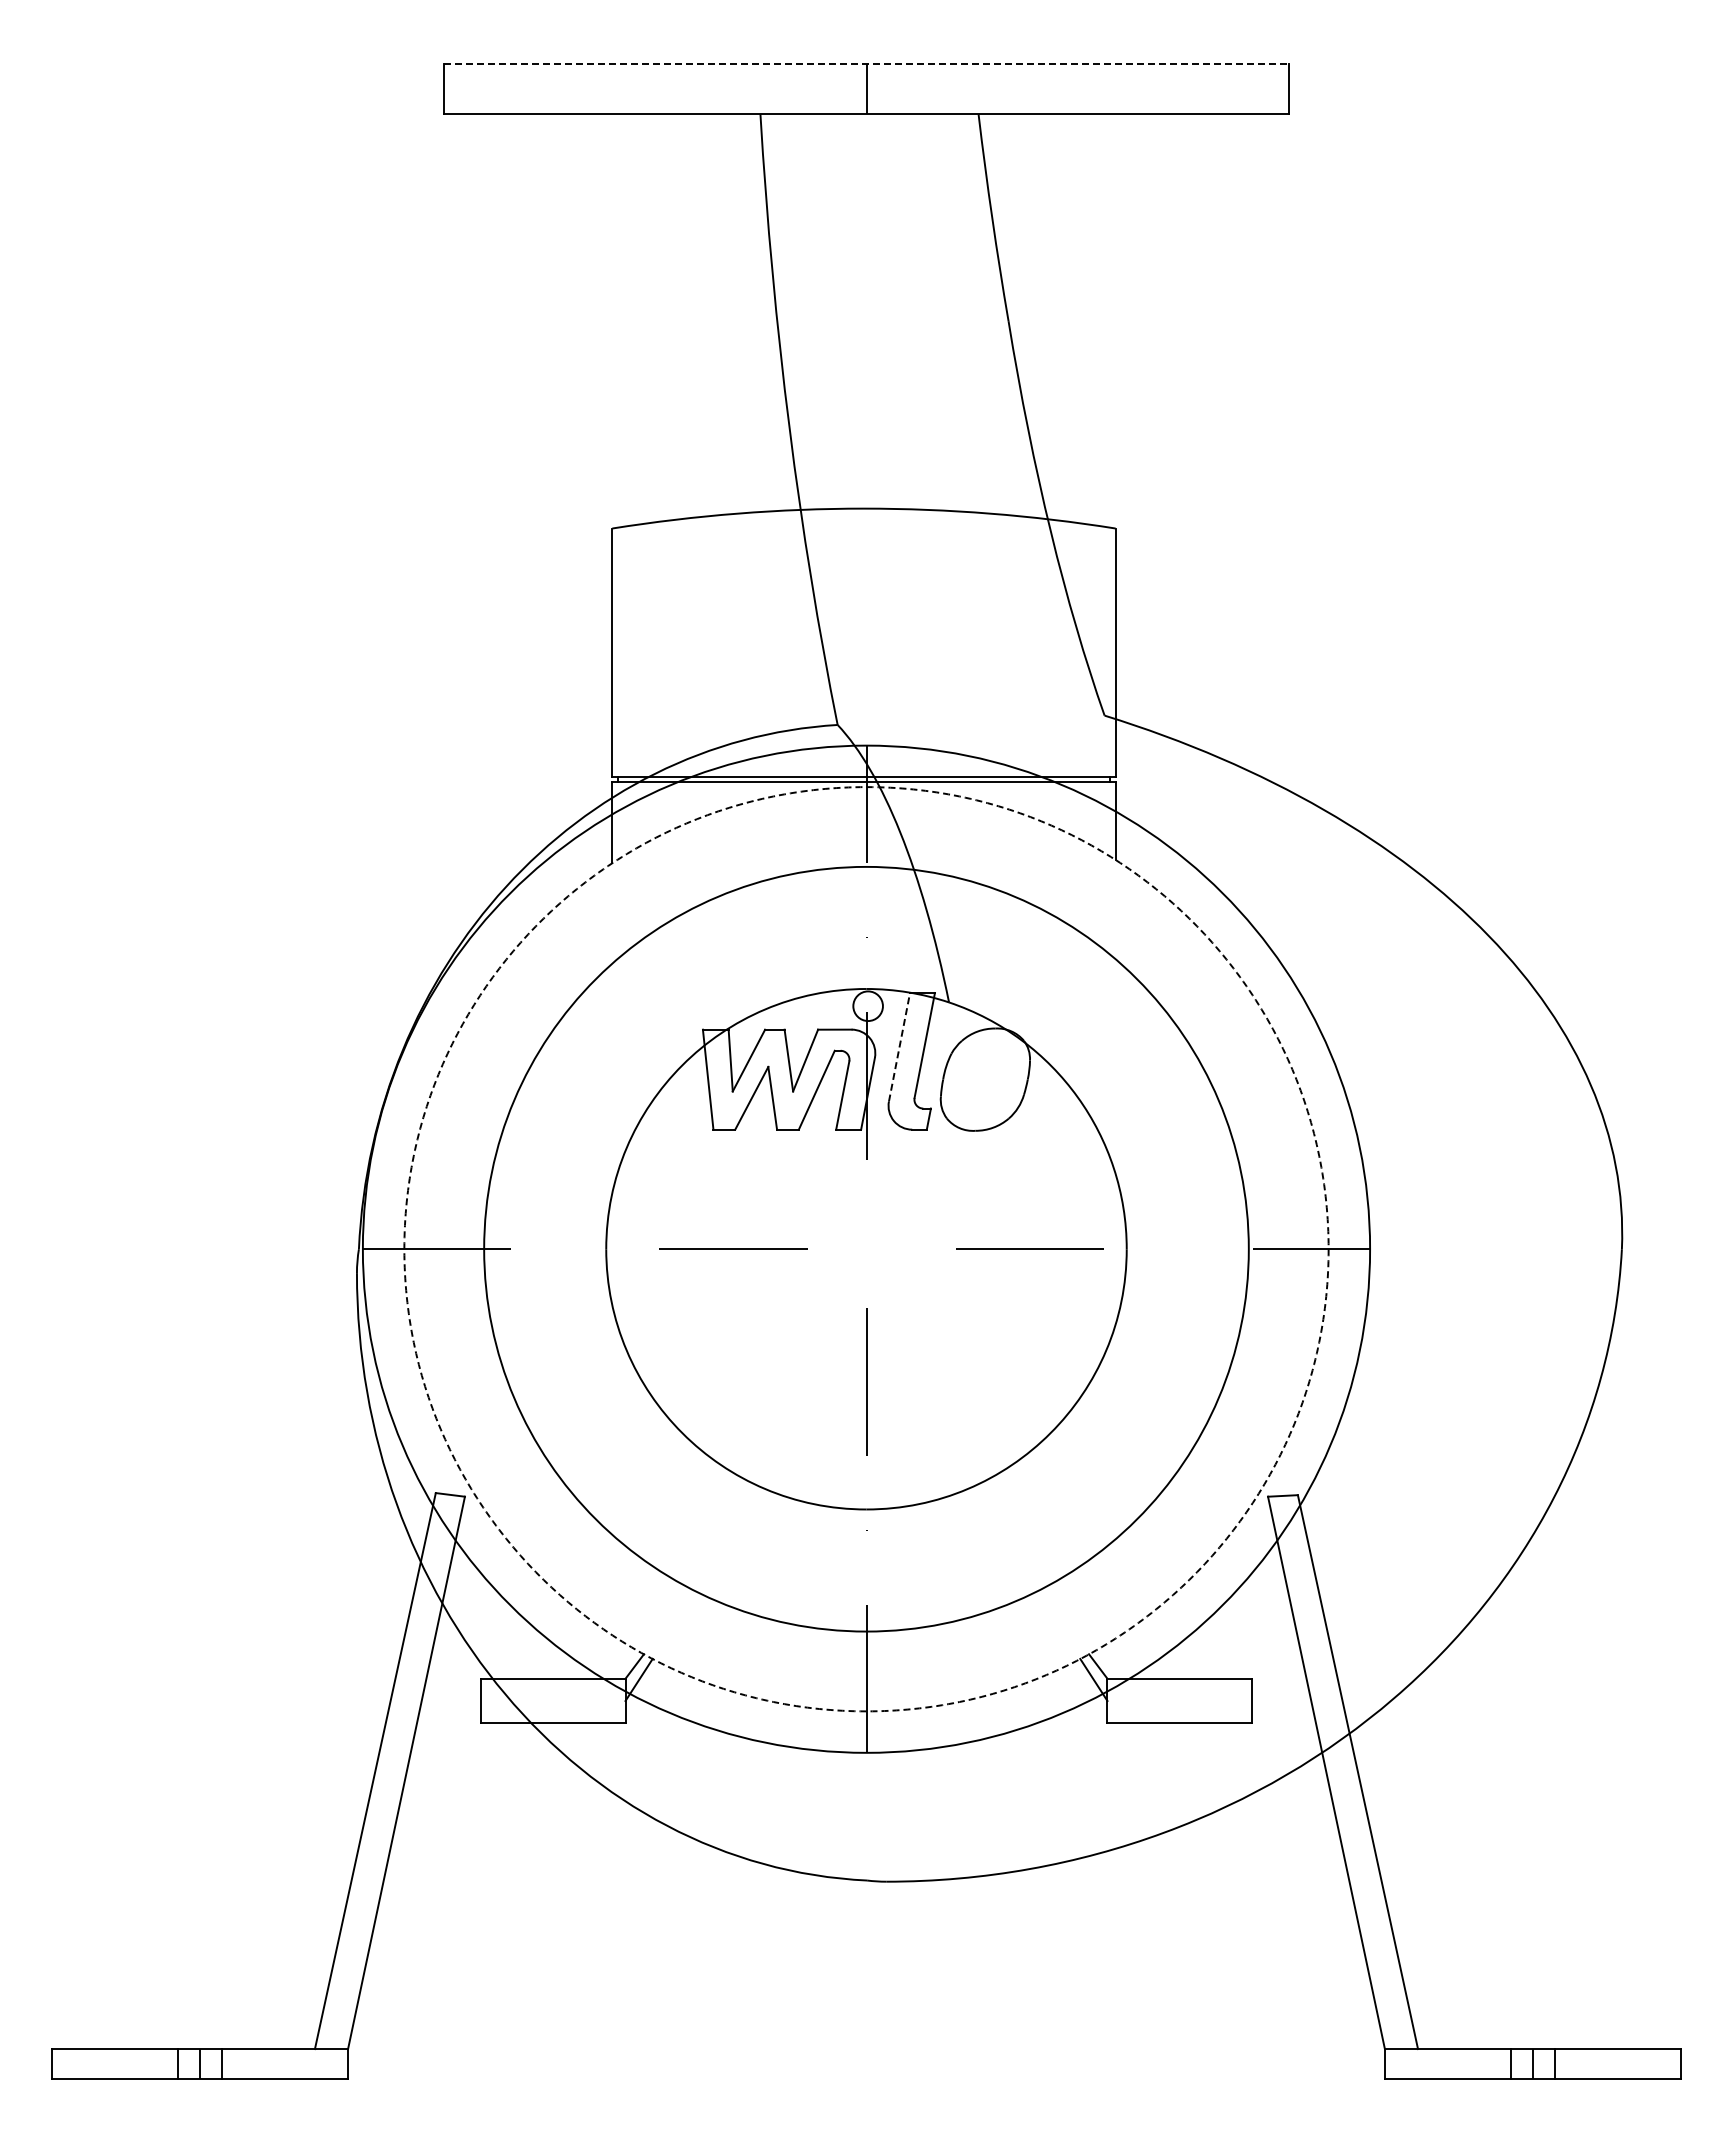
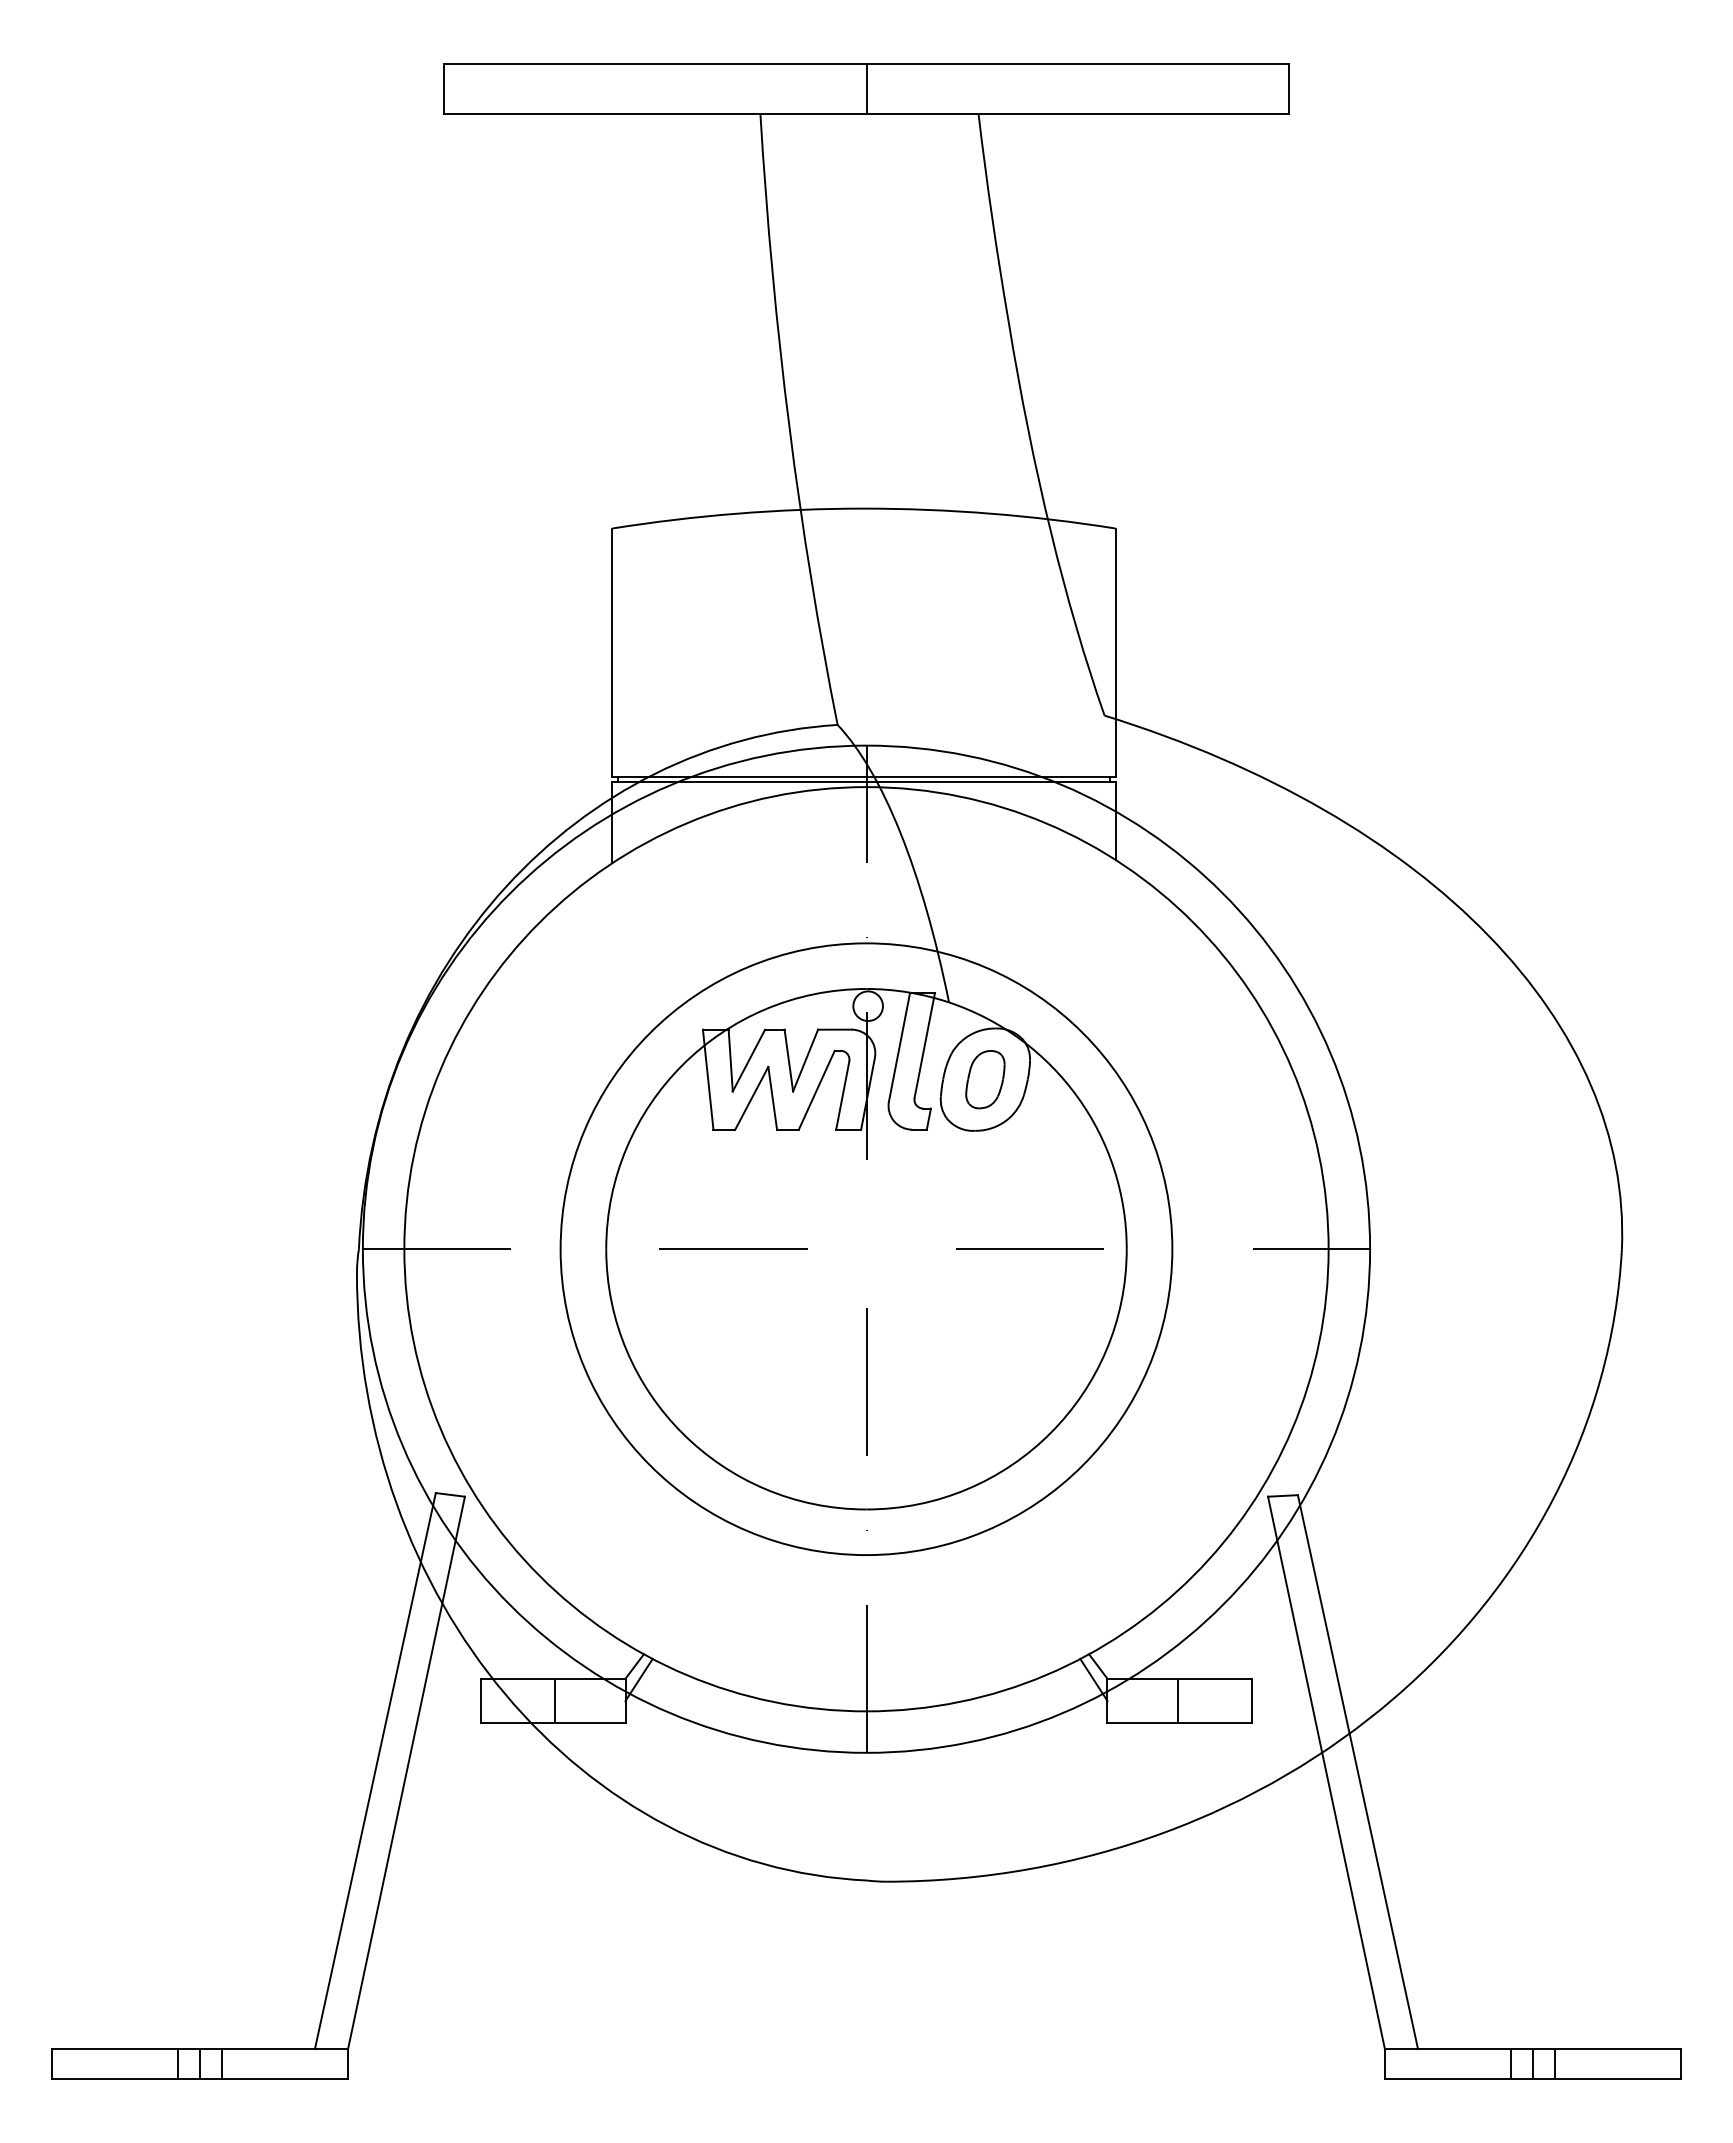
line at (866, 64): dashed -> solid
line at (899, 1046): dashed -> solid
part at (985, 1079): none -> present
circle at (866, 1248) diameter: 765 px -> 612 px
circle at (866, 1249): dashed -> solid
line at (555, 1700): none -> present
line at (1177, 1700): none -> present
